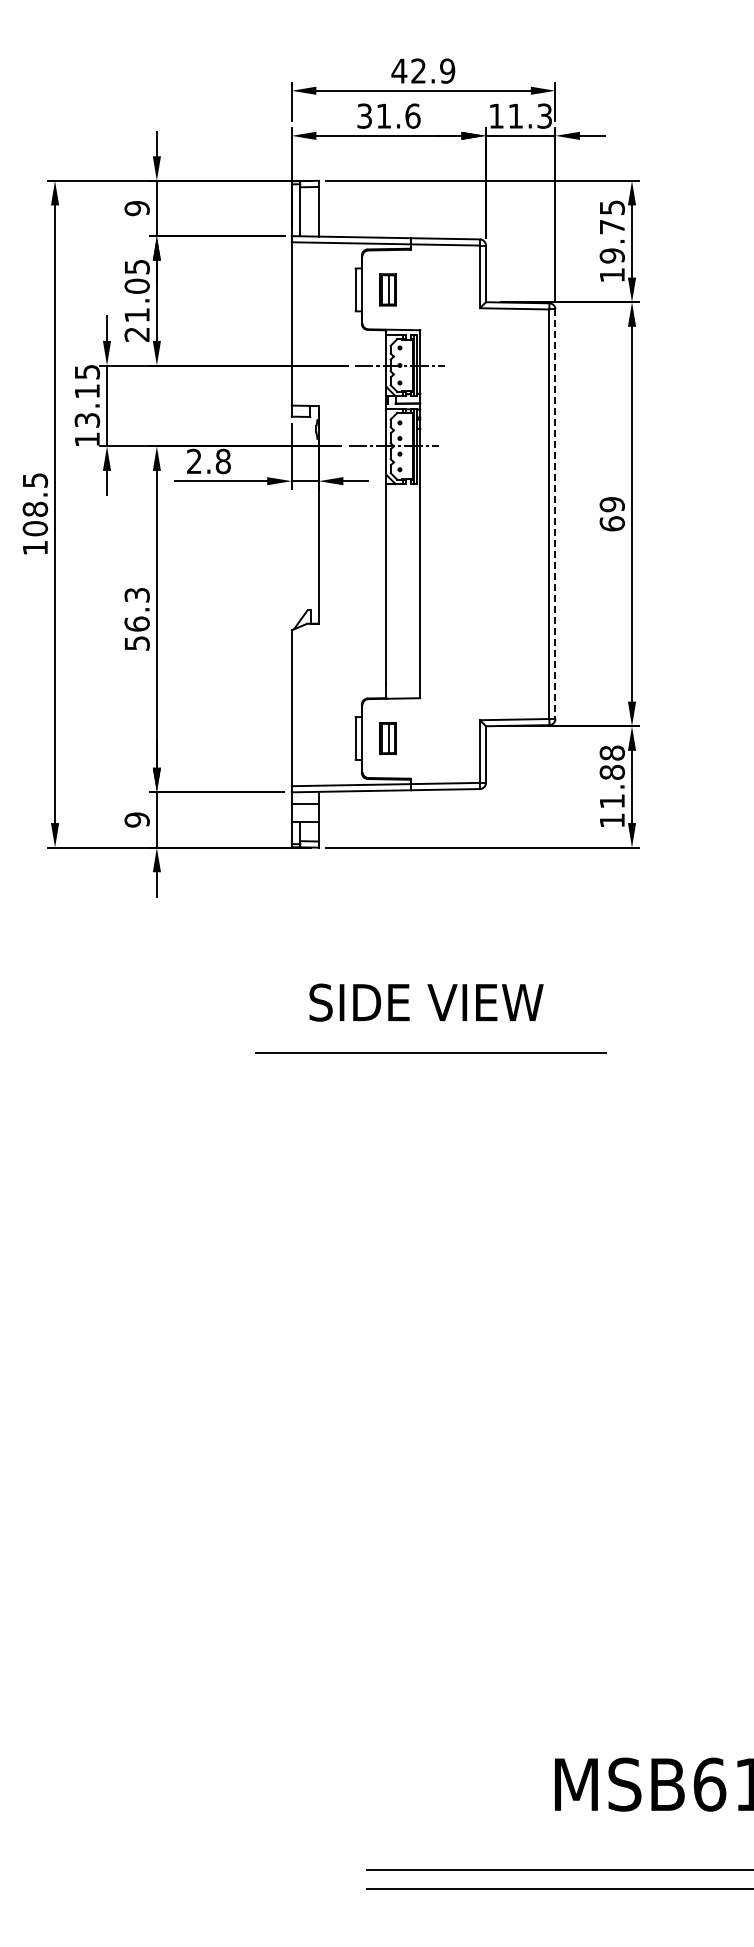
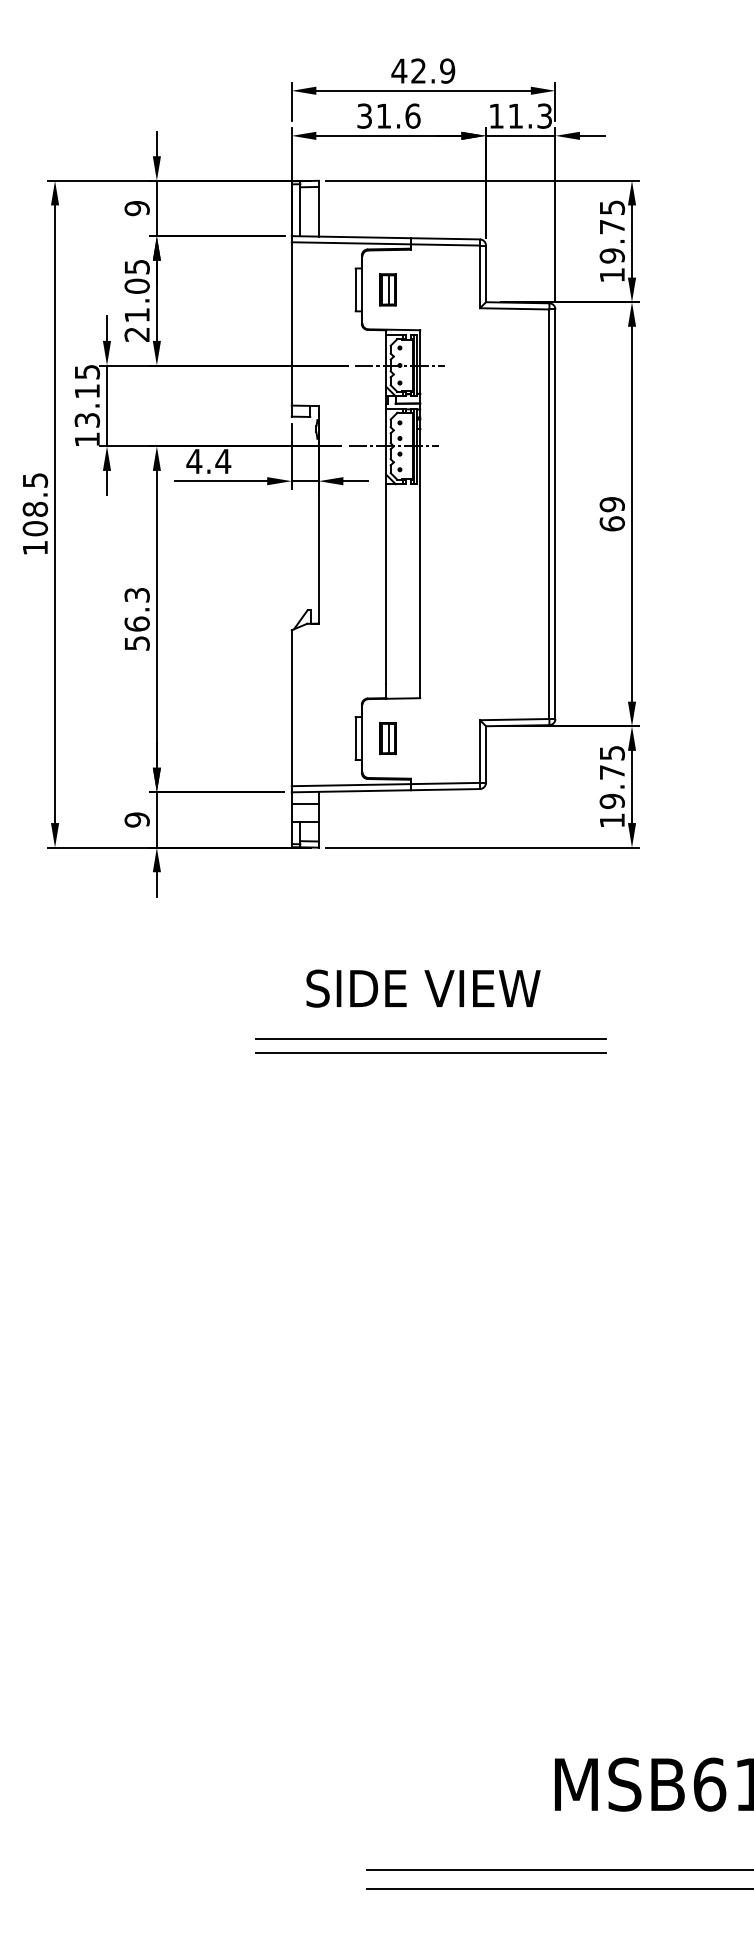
text at (208, 461): 2.8 -> 4.4
line at (555, 514): dashed -> solid
text at (611, 776): 11.88 -> 19.75
text at (426, 1002) position: (426, 1002) -> (423, 988)
line at (431, 1038): none -> present
